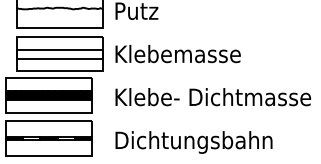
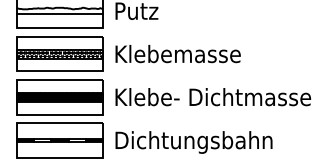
line at (59, 13): none -> present
hatch at (59, 53): none -> present
part at (48, 116) position: (48, 116) -> (59, 118)
